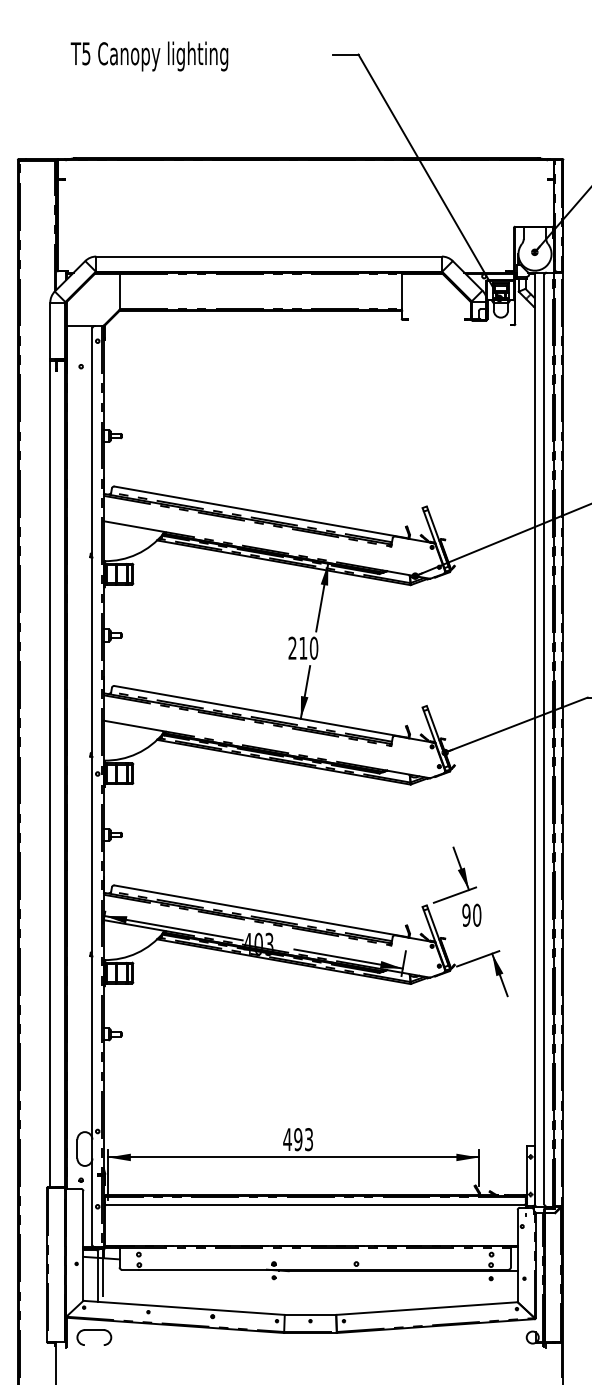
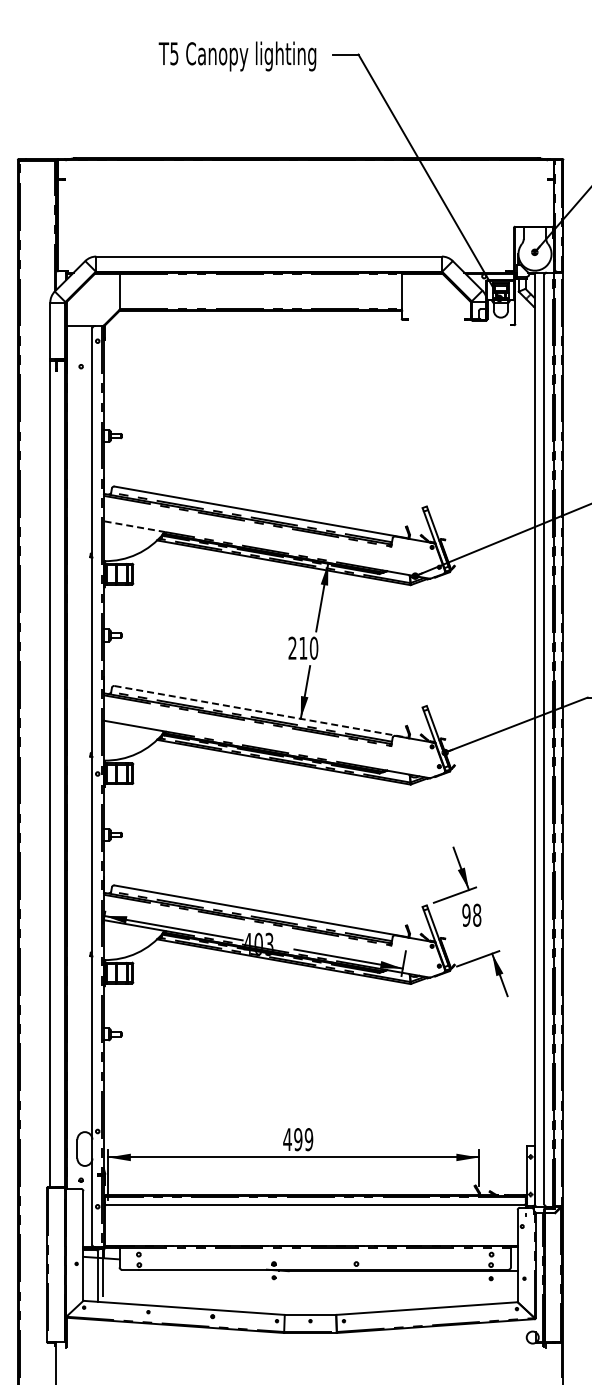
text at (149, 56) position: (149, 56) -> (237, 56)
line at (134, 526): solid -> dashed
line at (260, 711): solid -> dashed
text at (477, 915): 90 -> 98
text at (308, 1139): 493 -> 499
part at (94, 1330): present -> none
